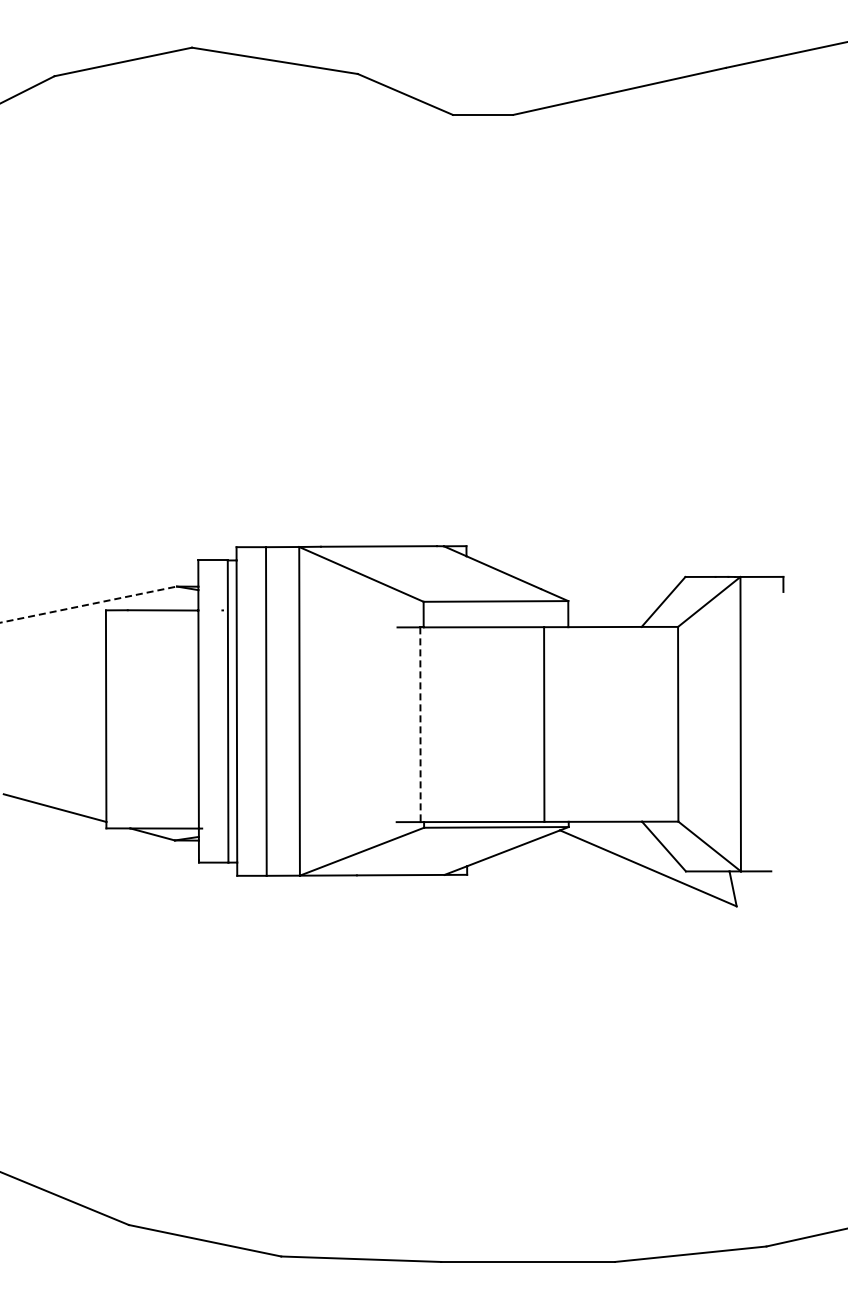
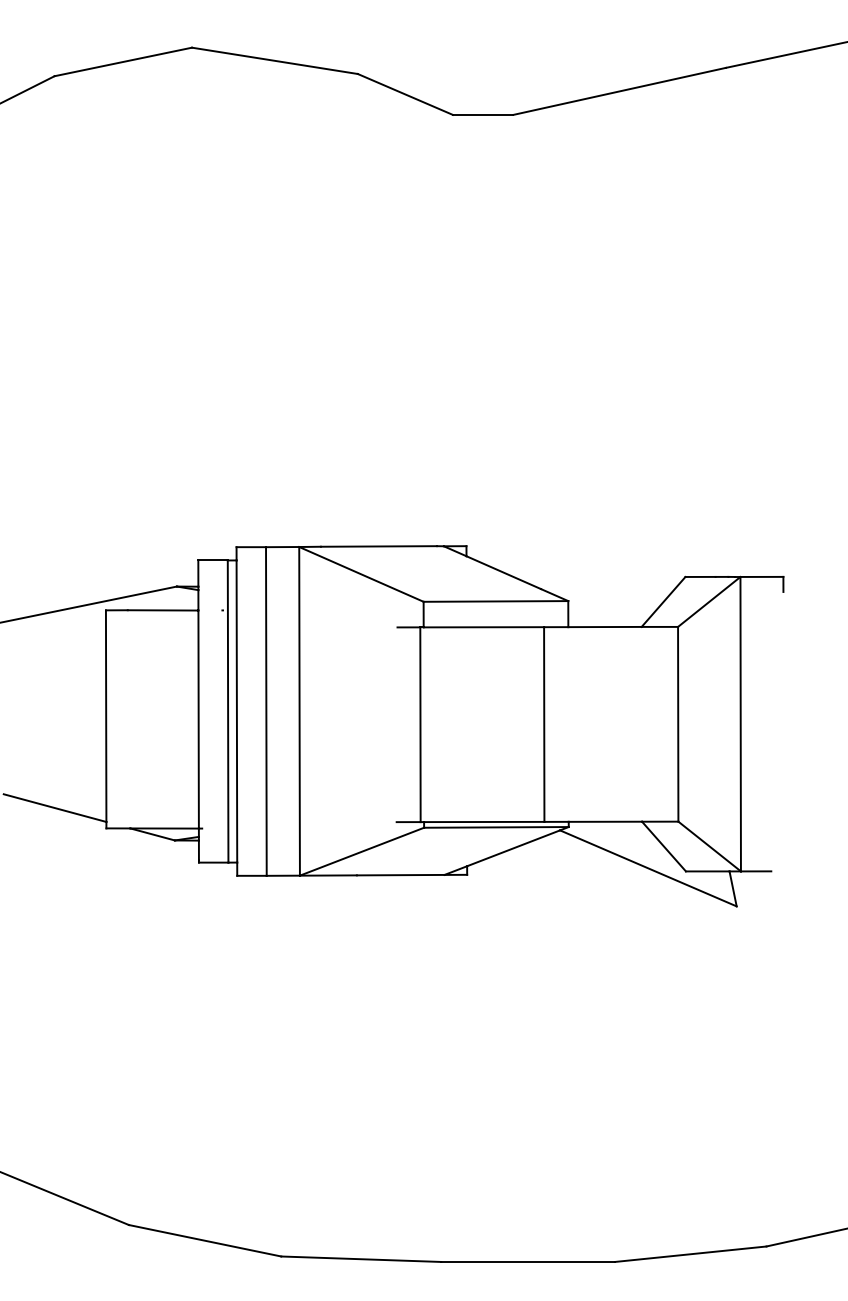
line at (88, 604): dashed -> solid
line at (420, 725): dashed -> solid
